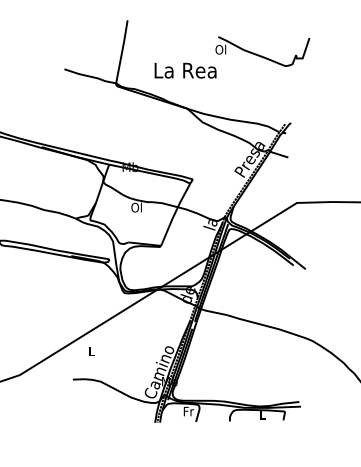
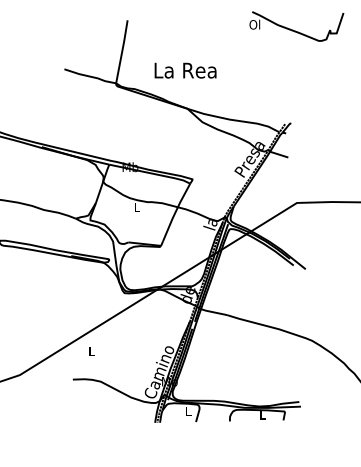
part at (262, 51) position: (262, 51) -> (296, 26)
text at (136, 207): Ol -> L
text at (188, 411): Fr -> L
